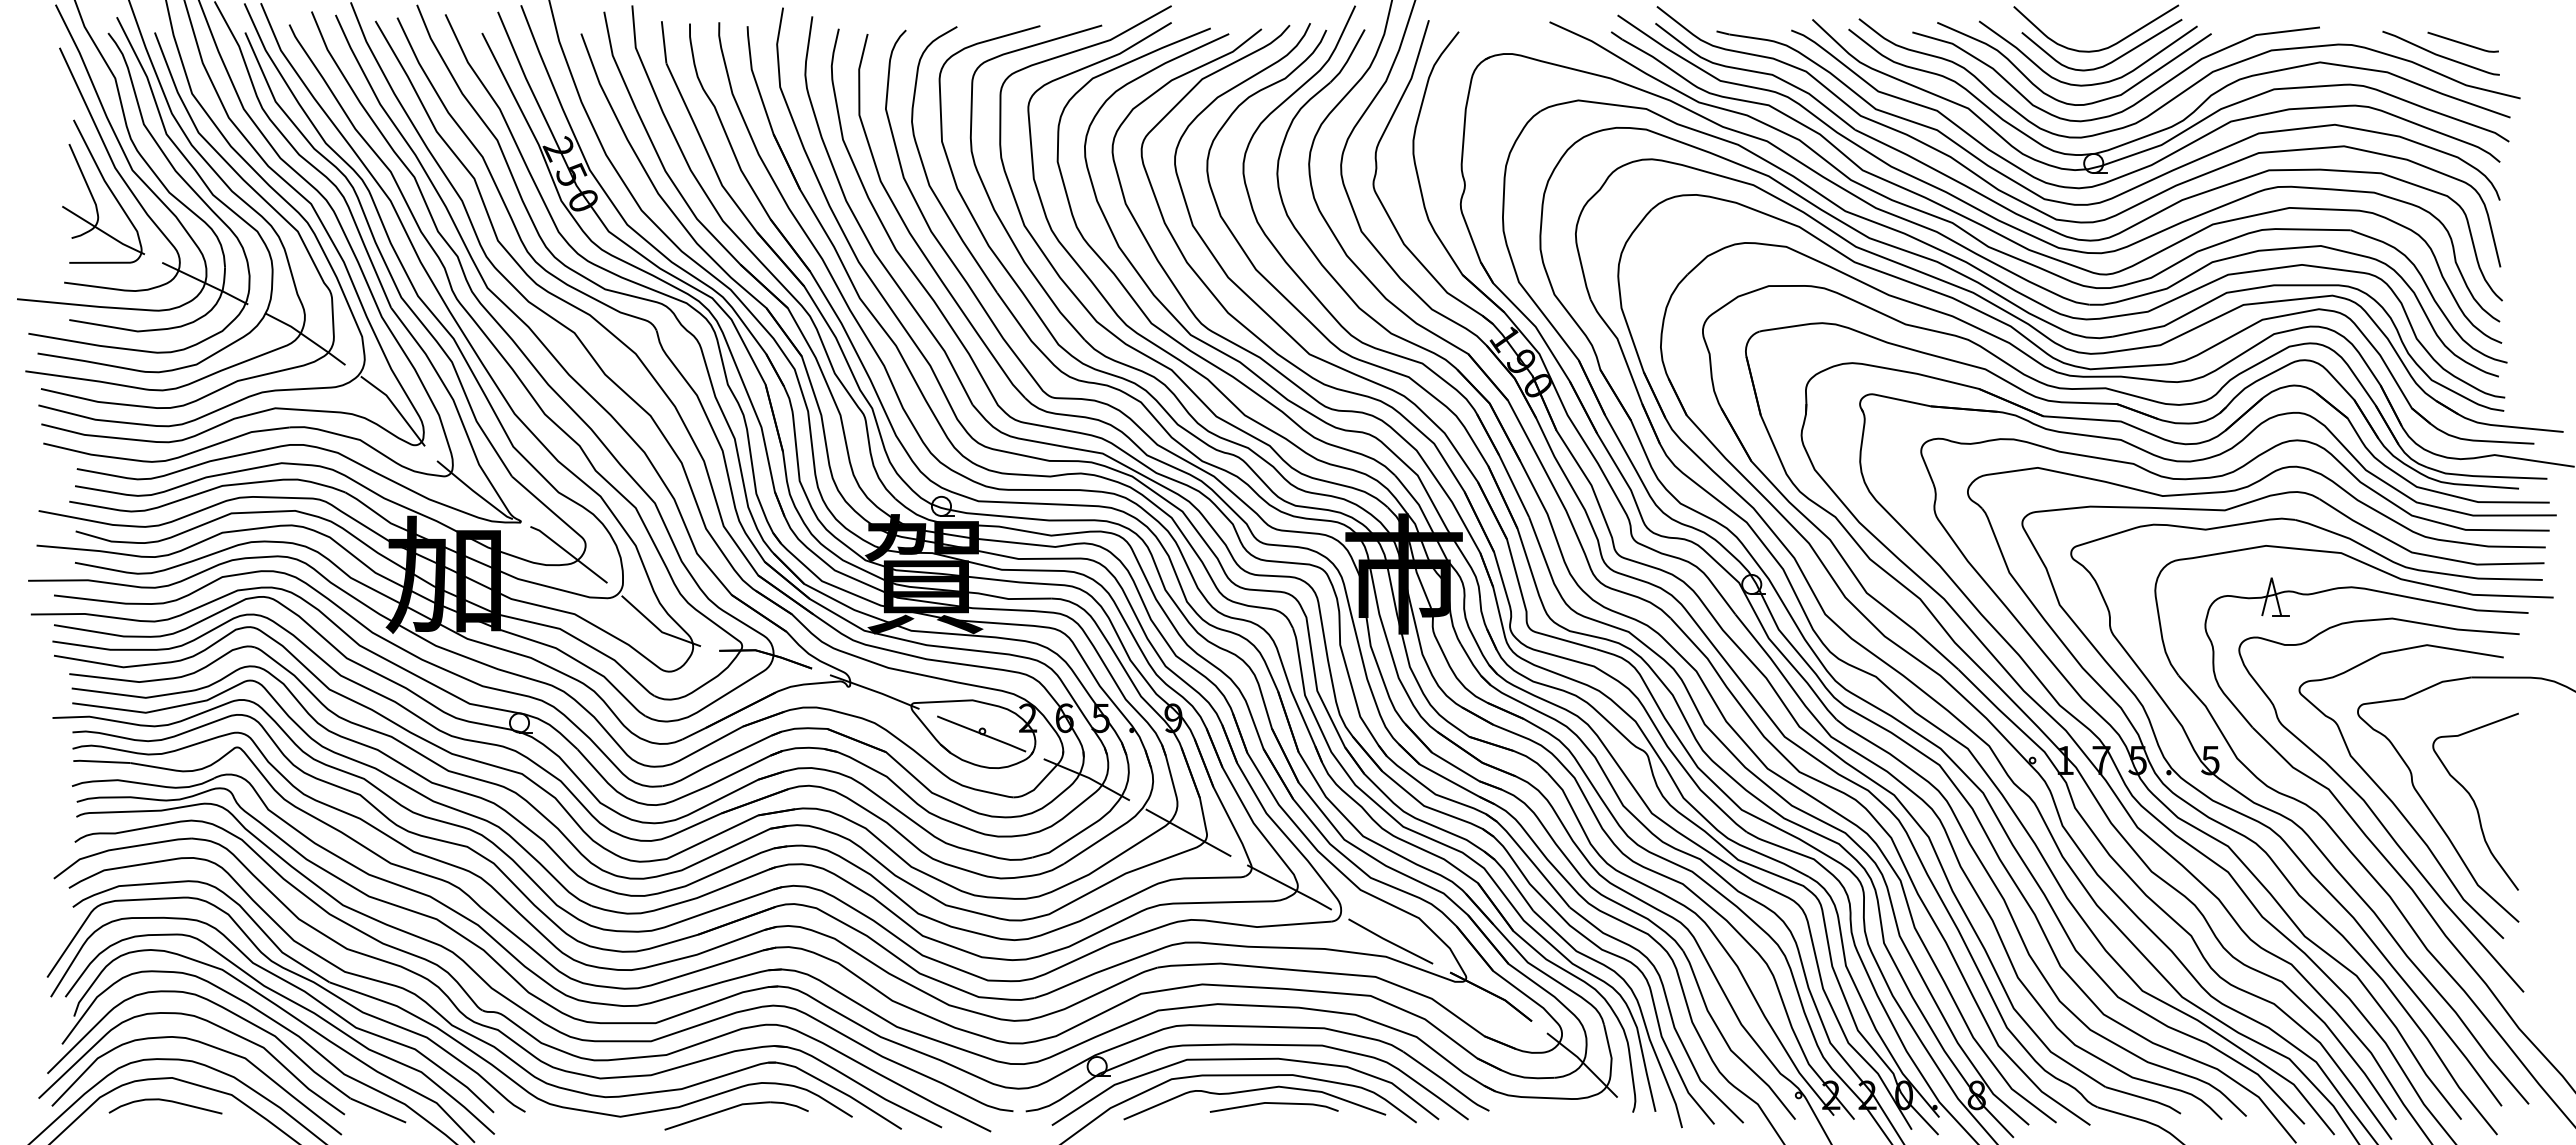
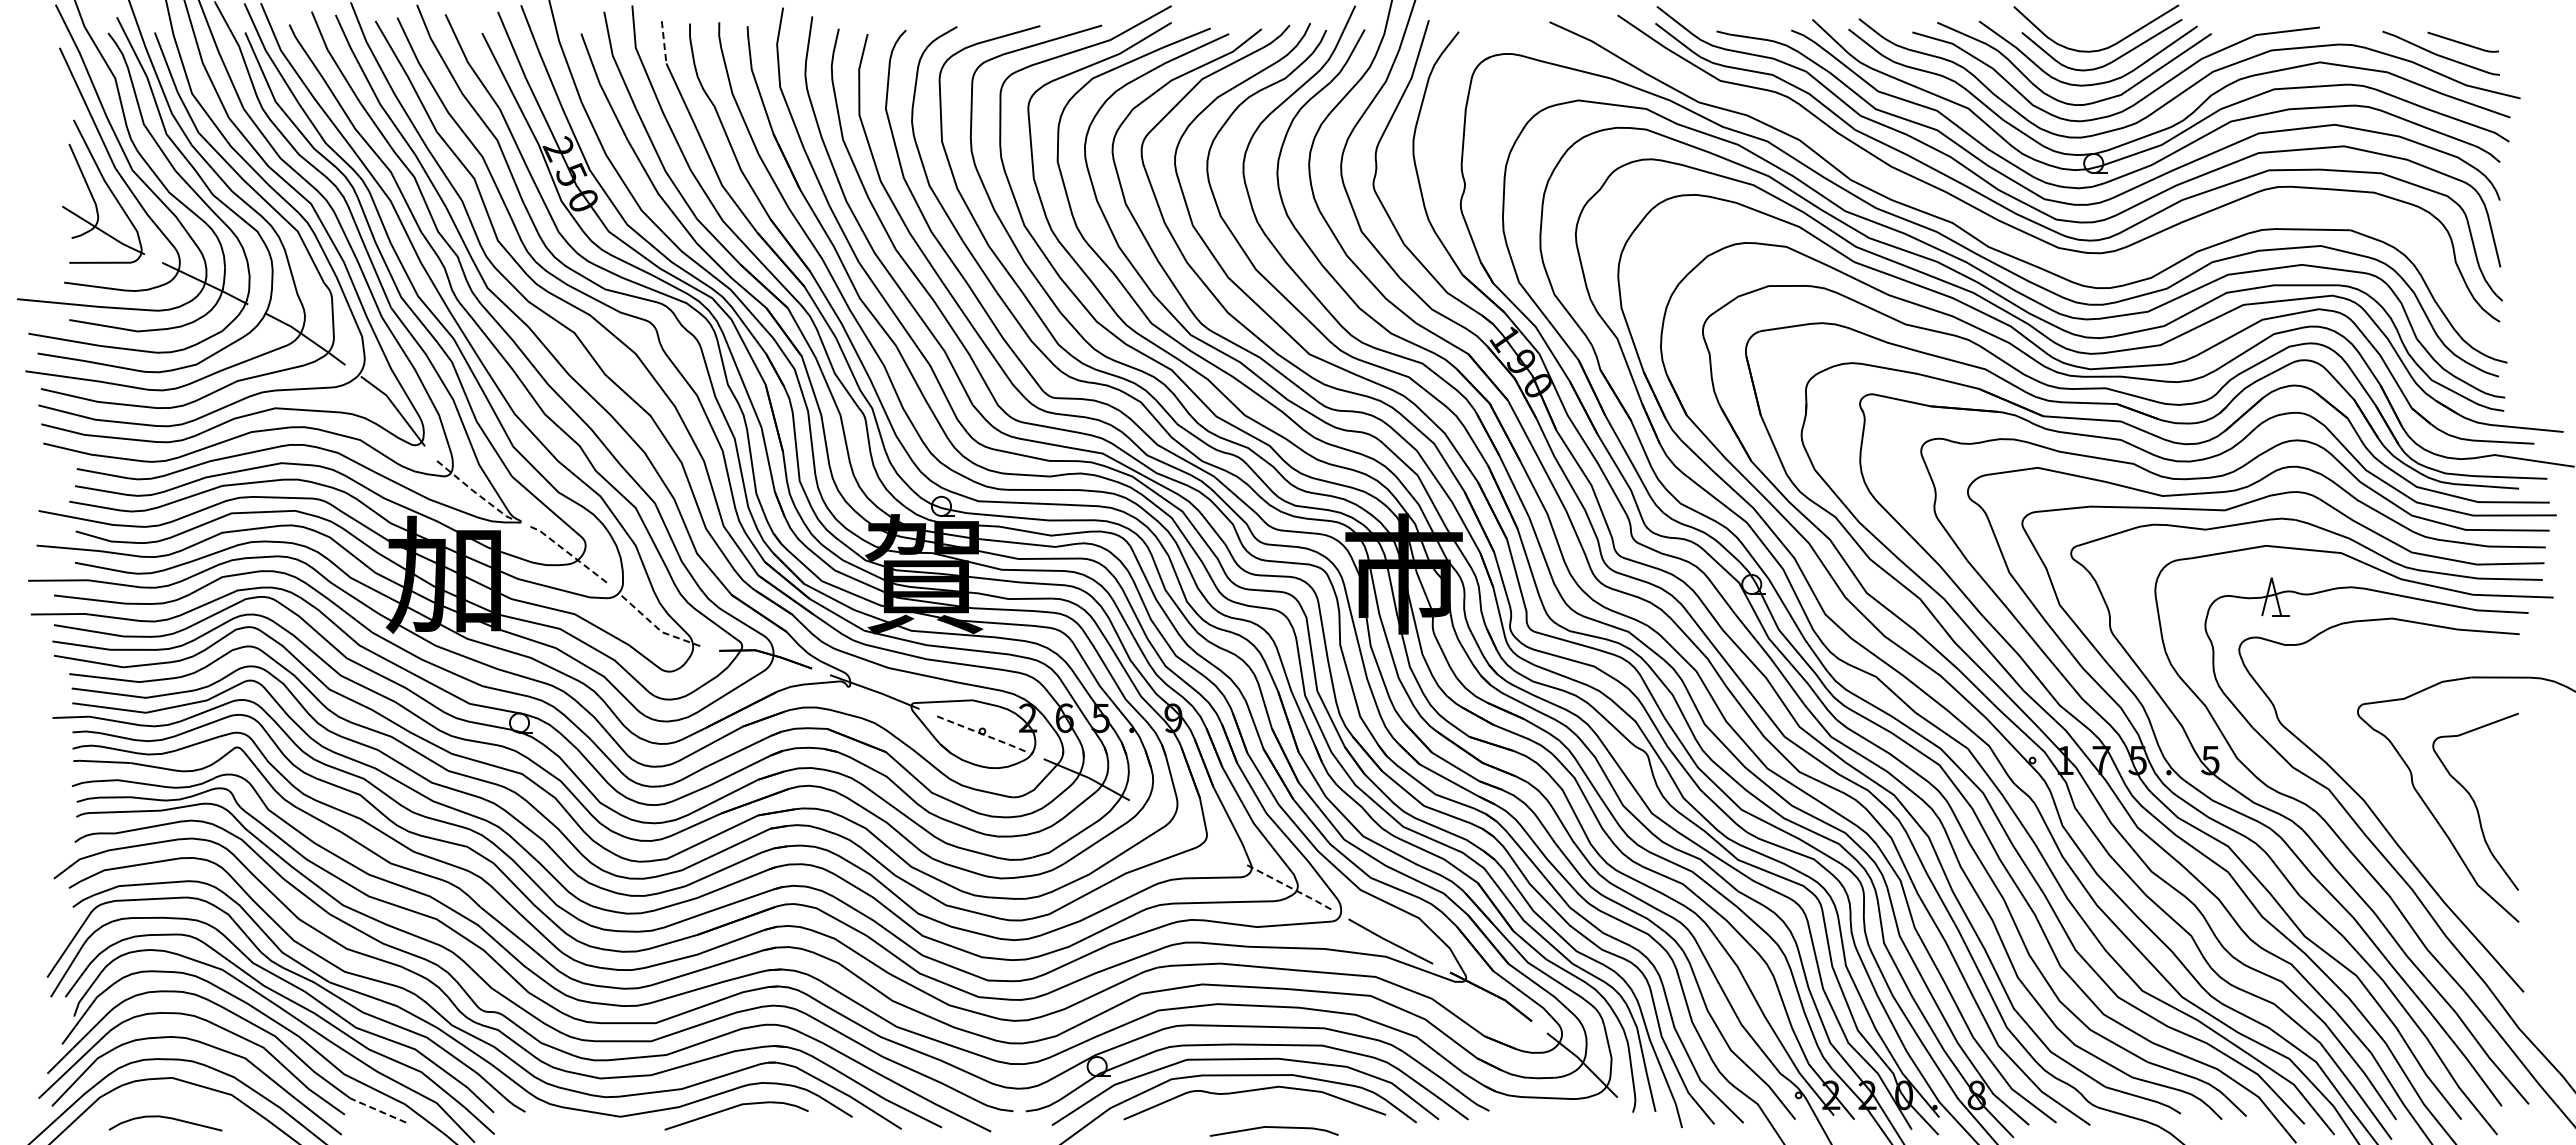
line at (664, 42): solid -> dashed
part at (2034, 250): present -> none
line at (474, 491): solid -> dashed
line at (569, 553): solid -> dashed
line at (657, 628): solid -> dashed
line at (982, 734): solid -> dashed
curve at (2392, 800): present -> none
line at (1188, 832): present -> none
line at (1290, 887): solid -> dashed
curve at (165, 1101) position: (165, 1101) -> (165, 1118)
curve at (1273, 1104) position: (1273, 1104) -> (1273, 1128)
line at (377, 1110): solid -> dashed
